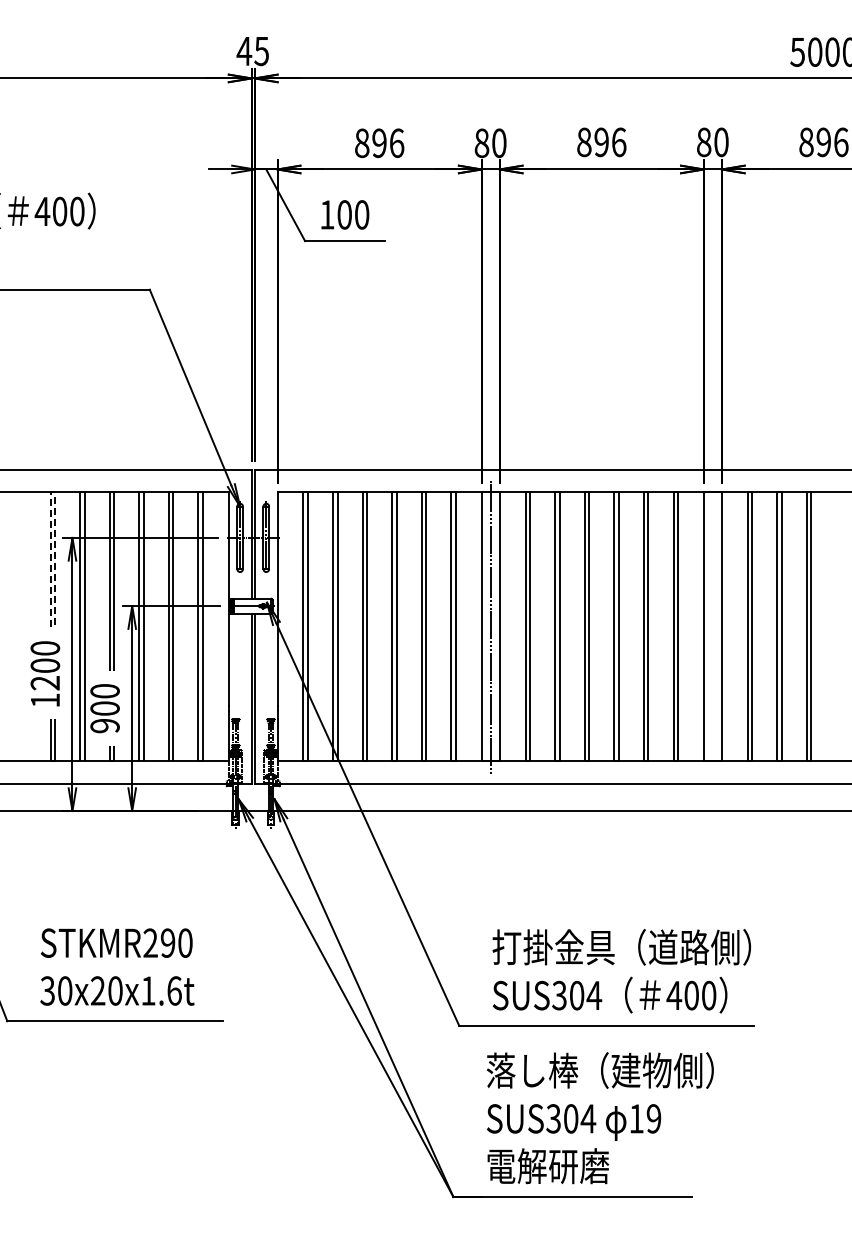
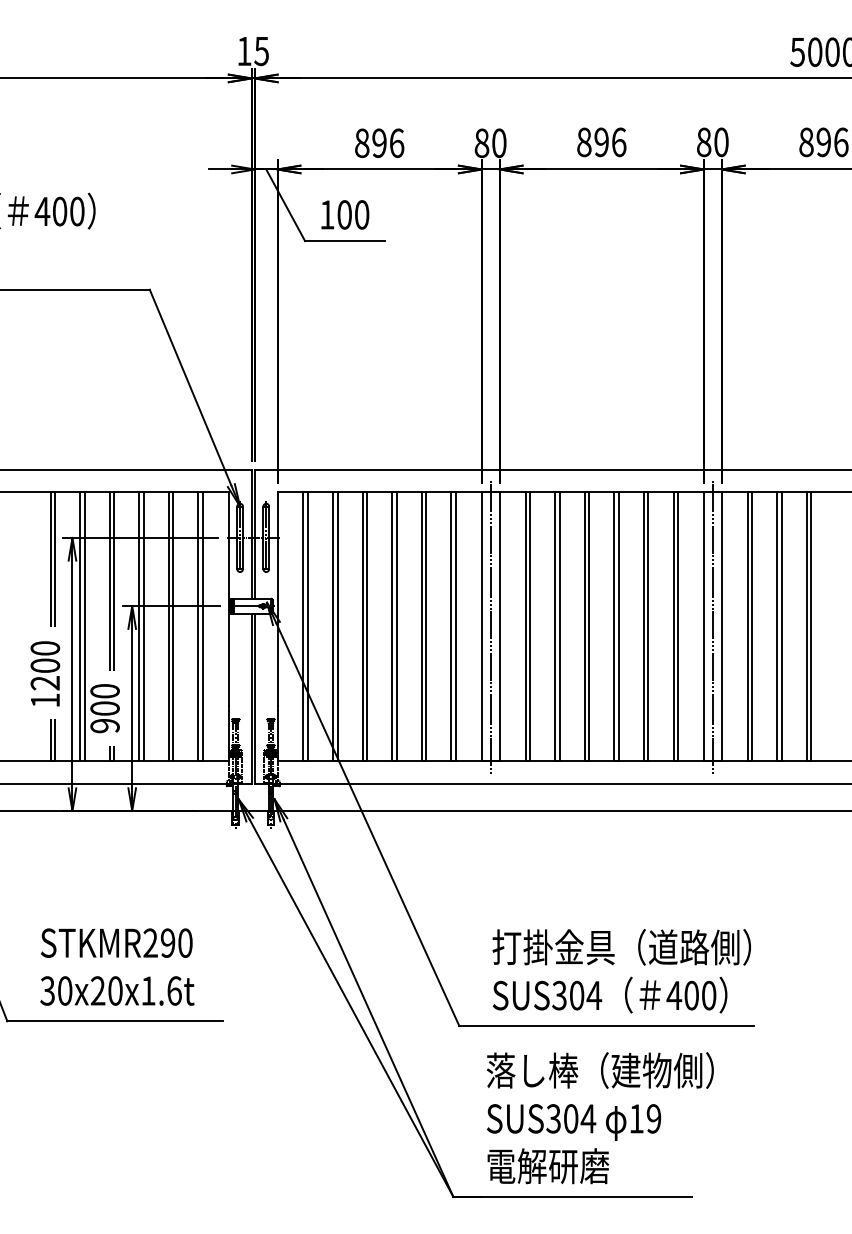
text at (244, 51): 45 -> 15
line at (53, 492): dashed -> solid
line at (712, 626): none -> present
